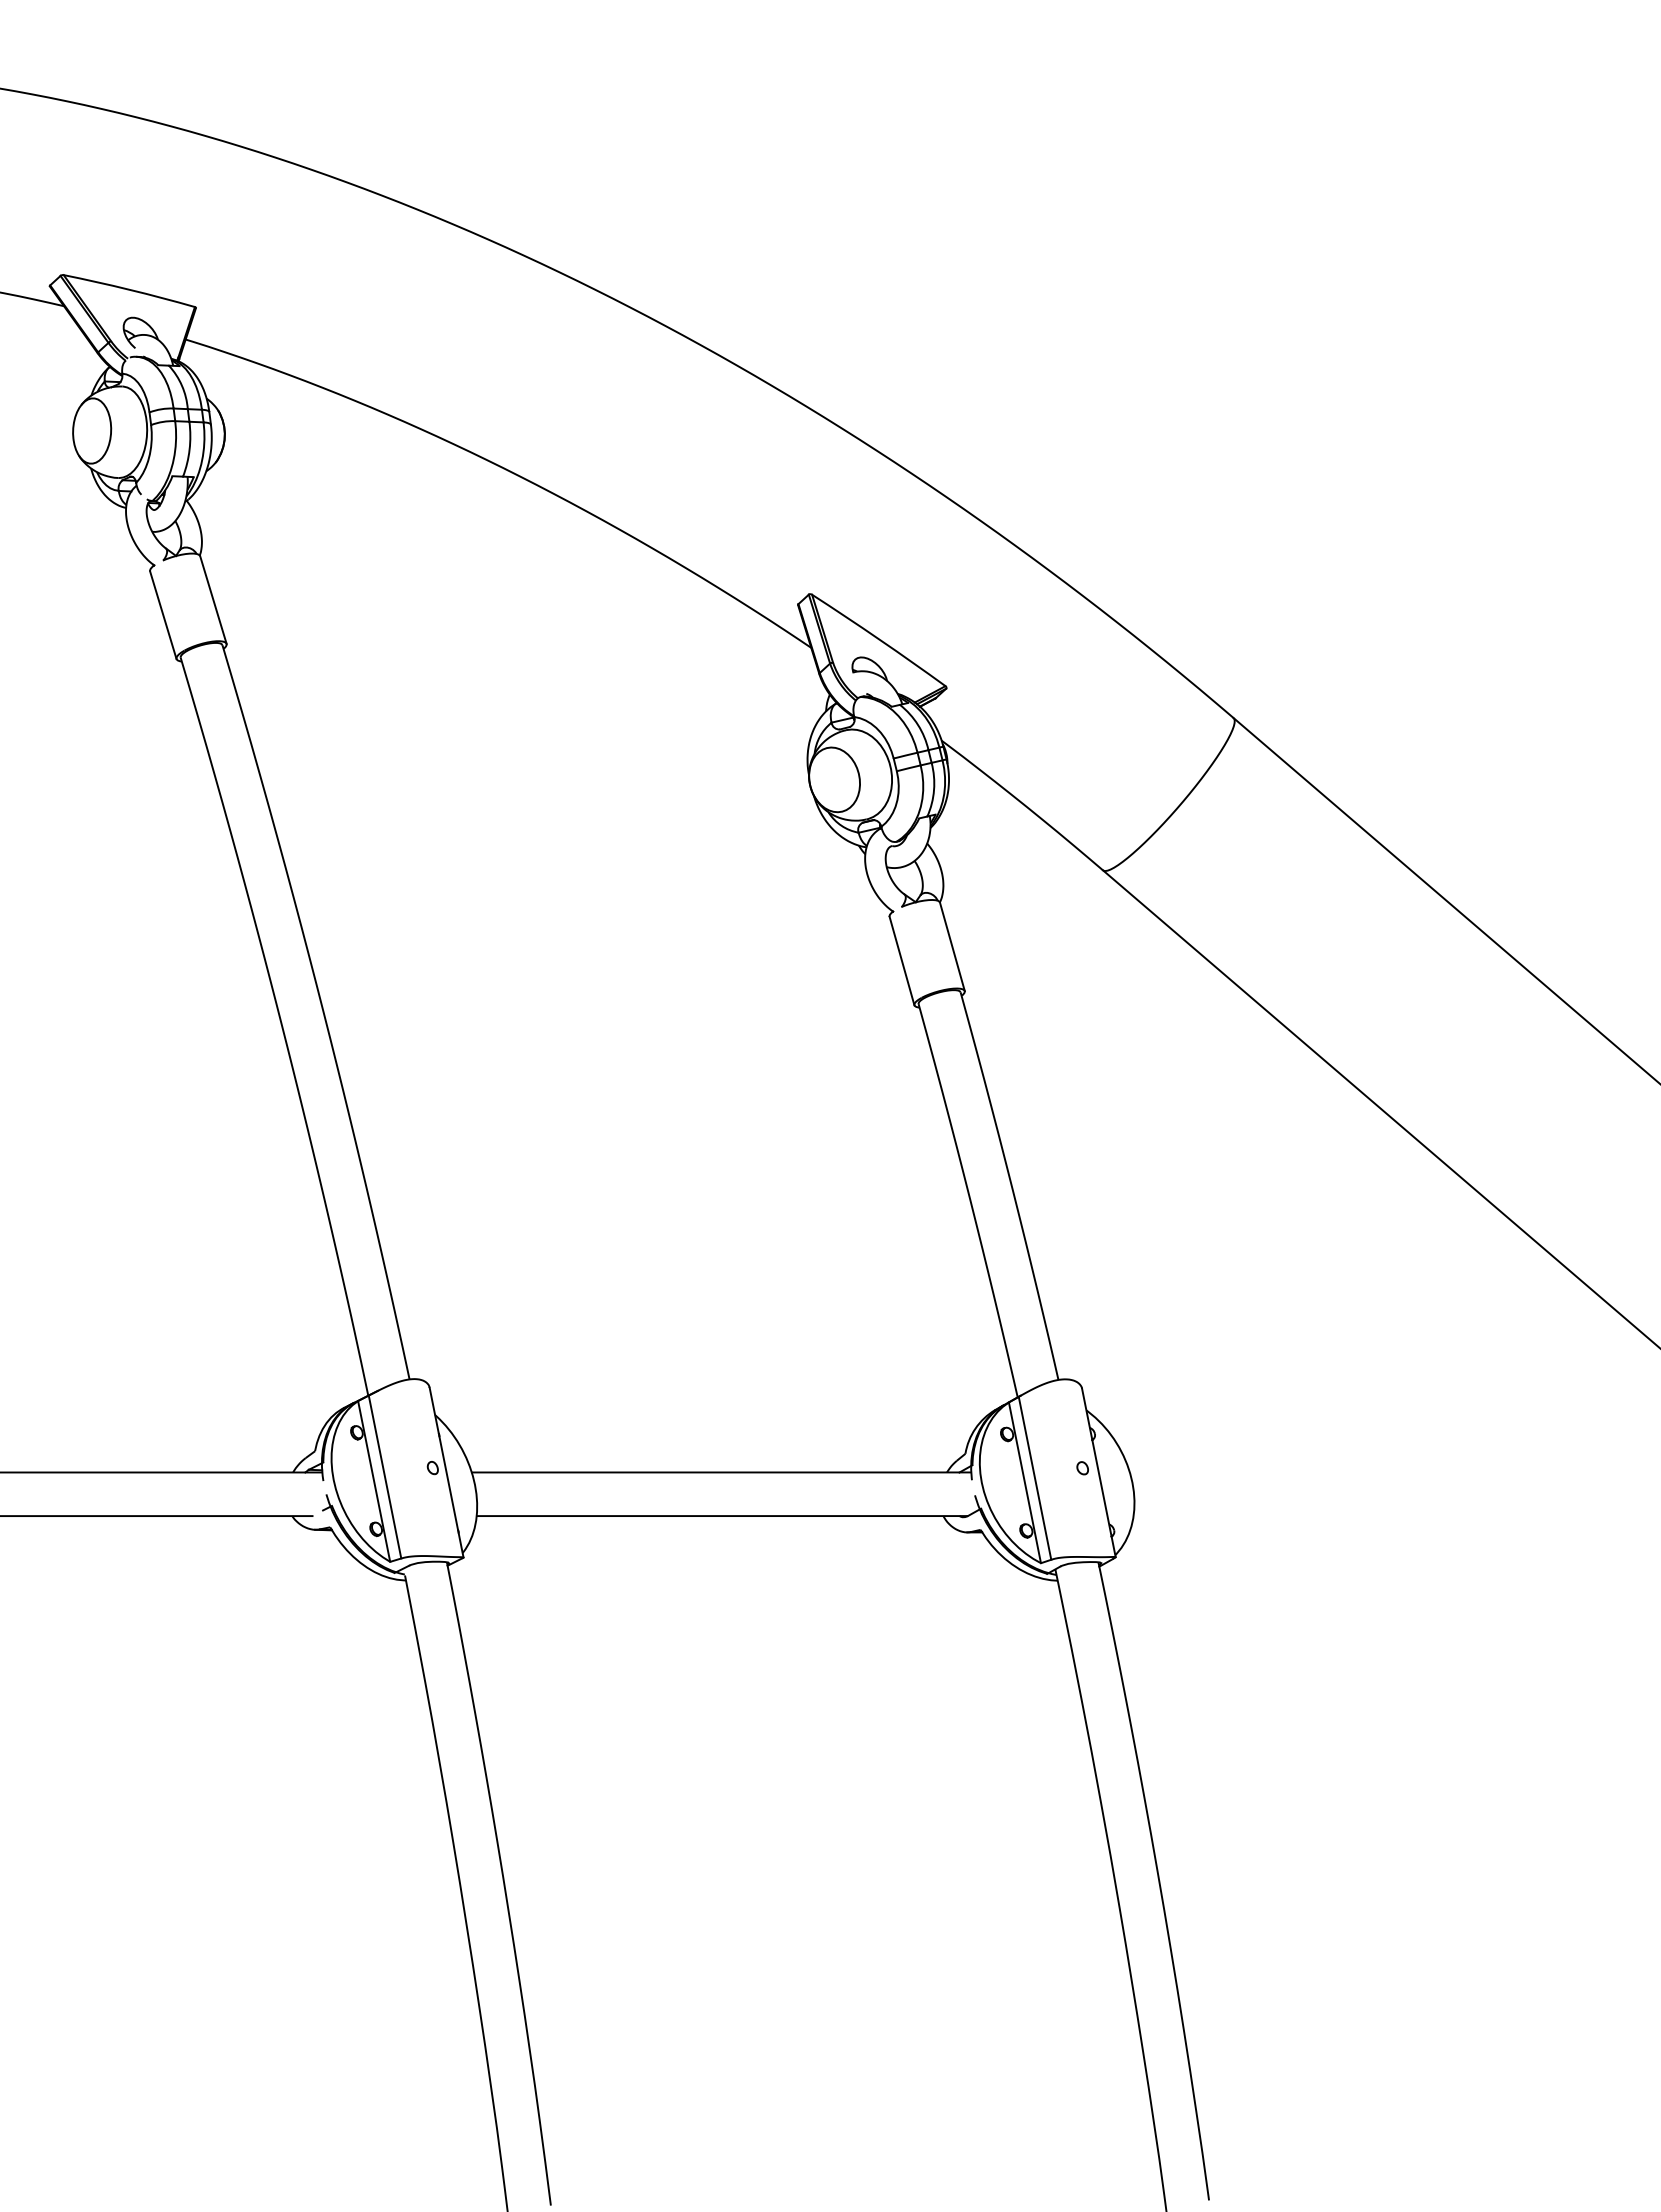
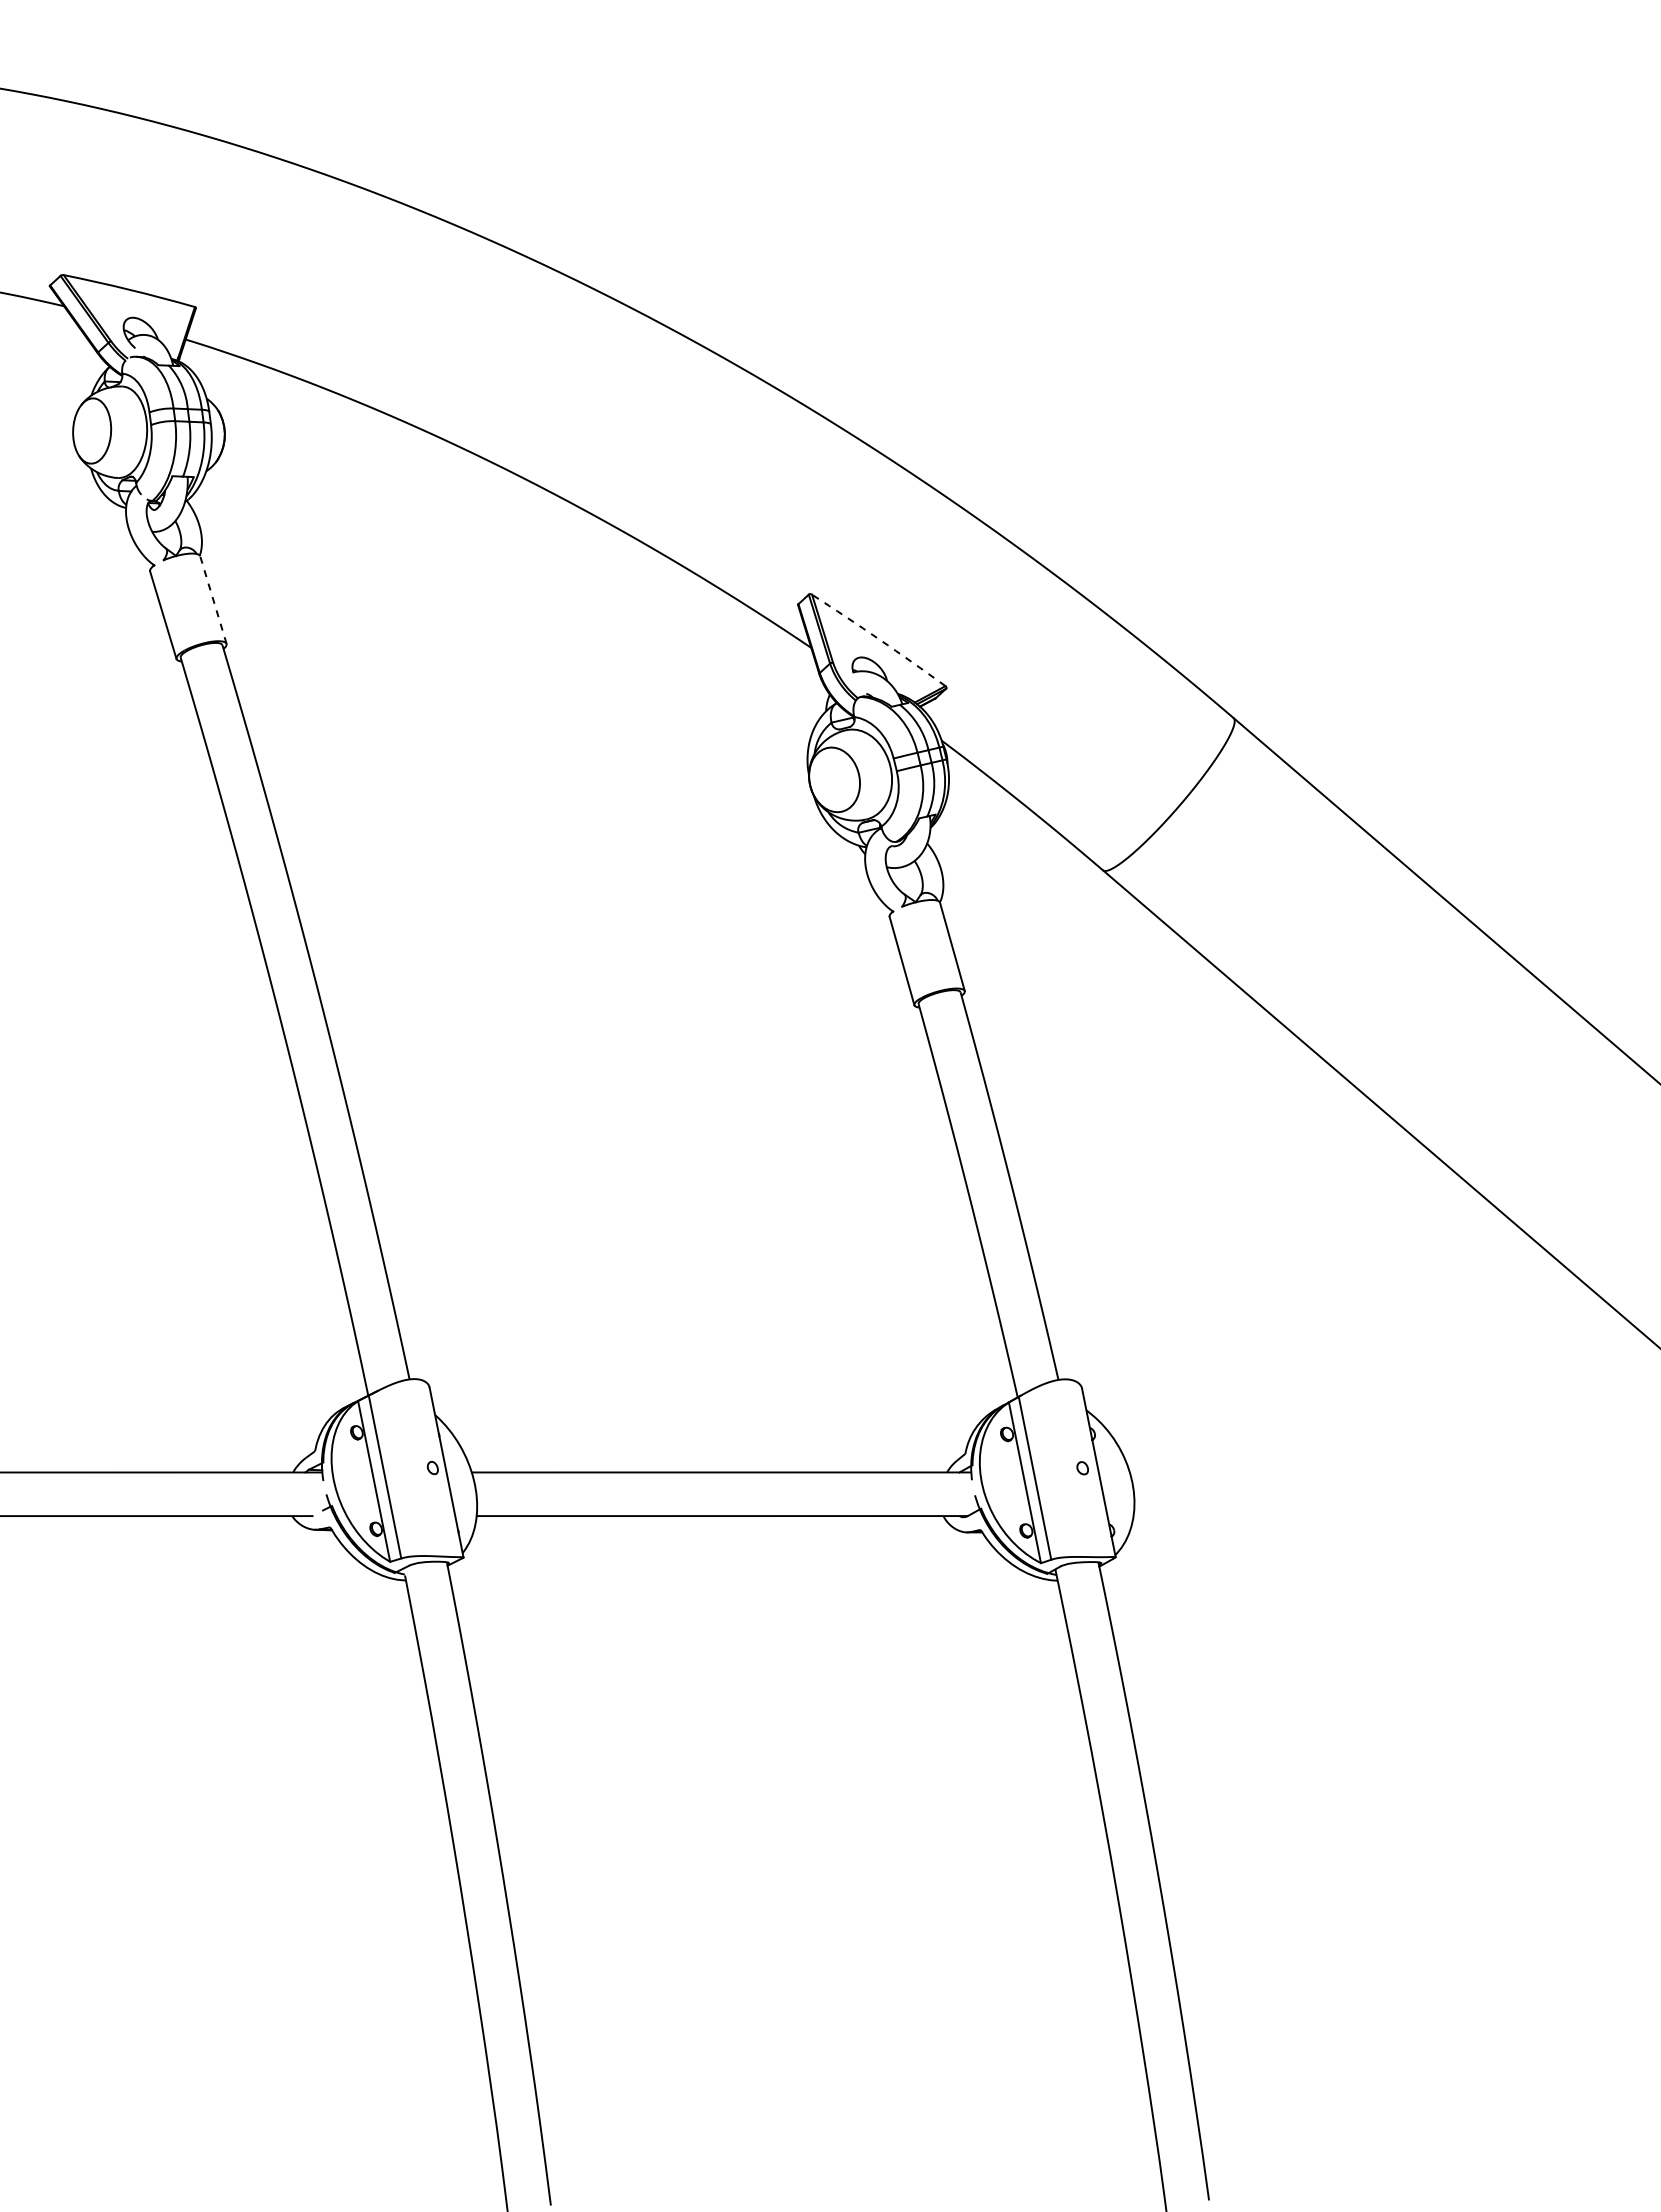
line at (213, 600): solid -> dashed
arc at (879, 639): solid -> dashed
